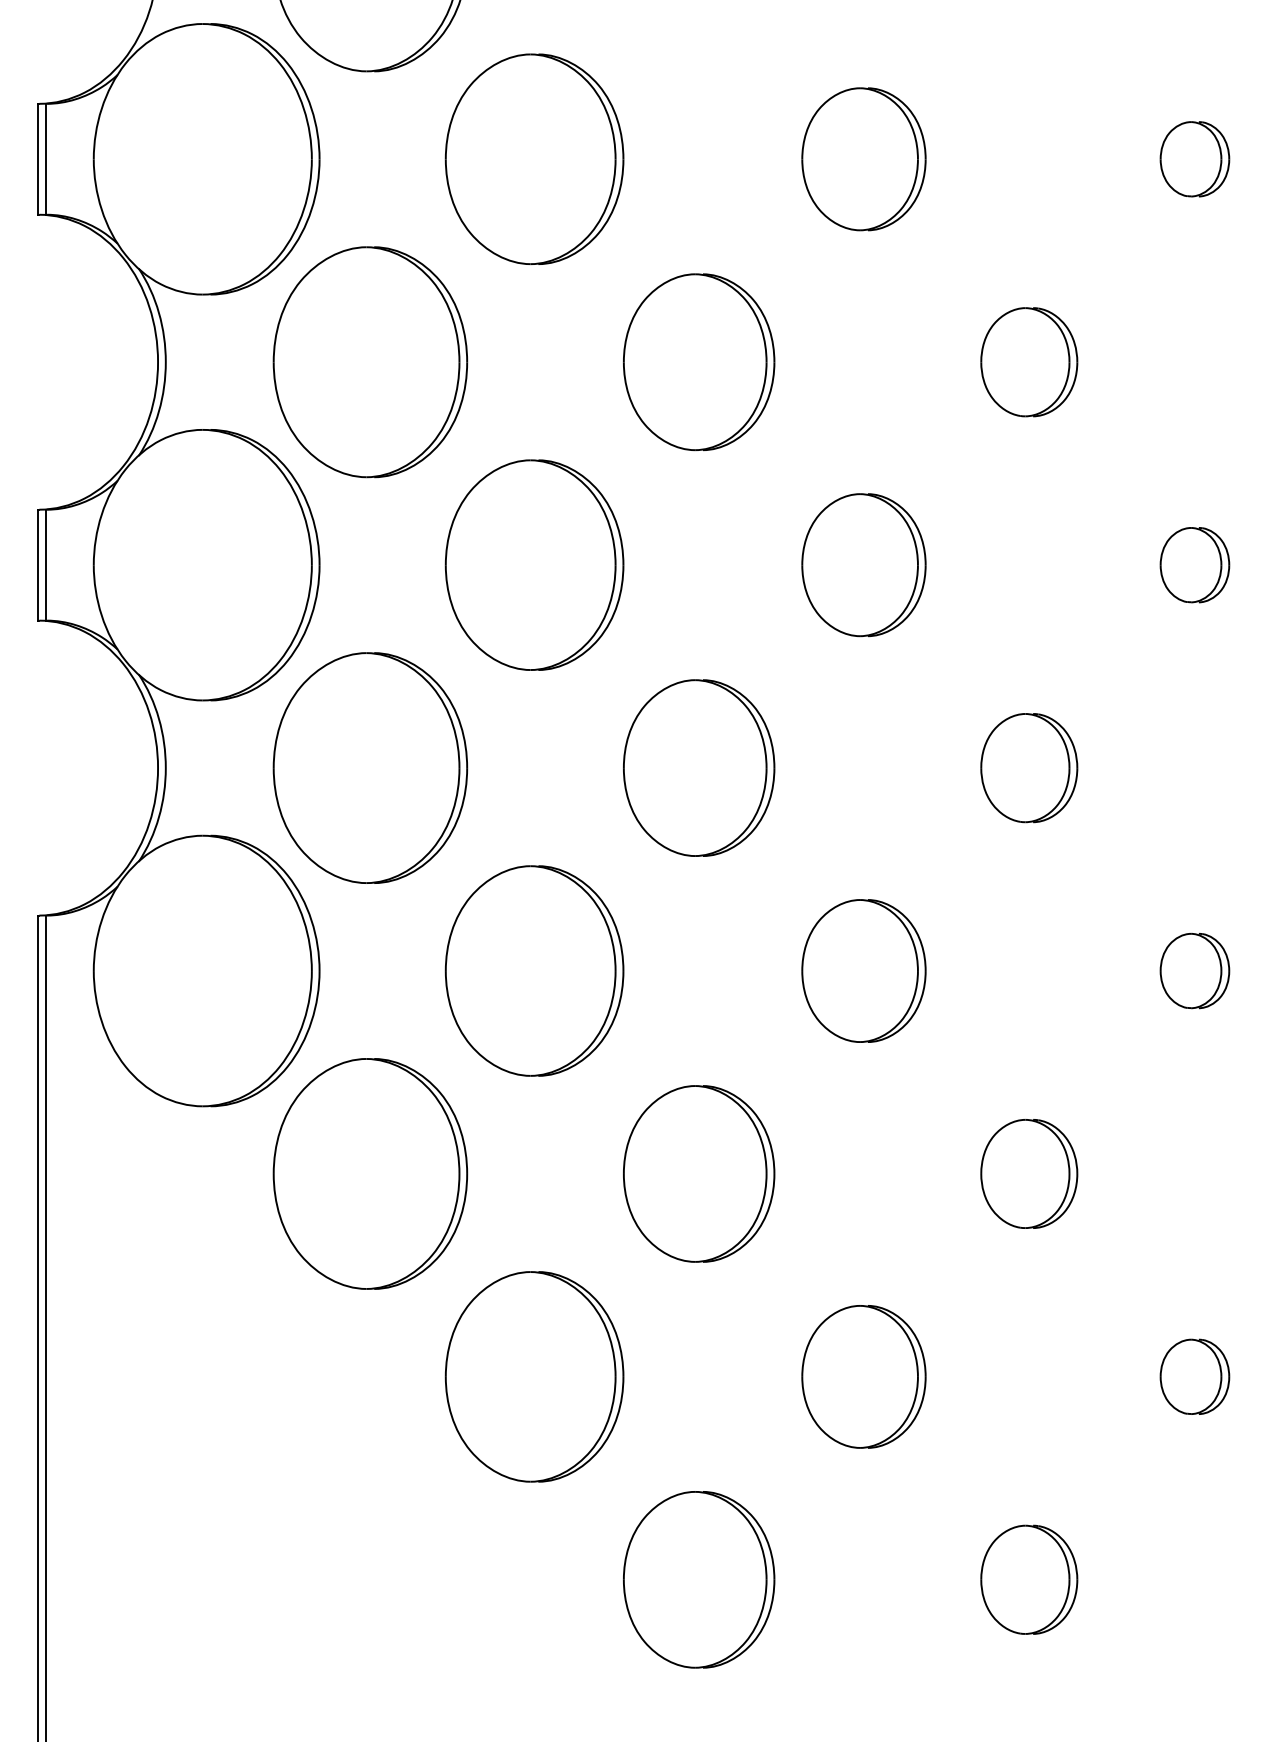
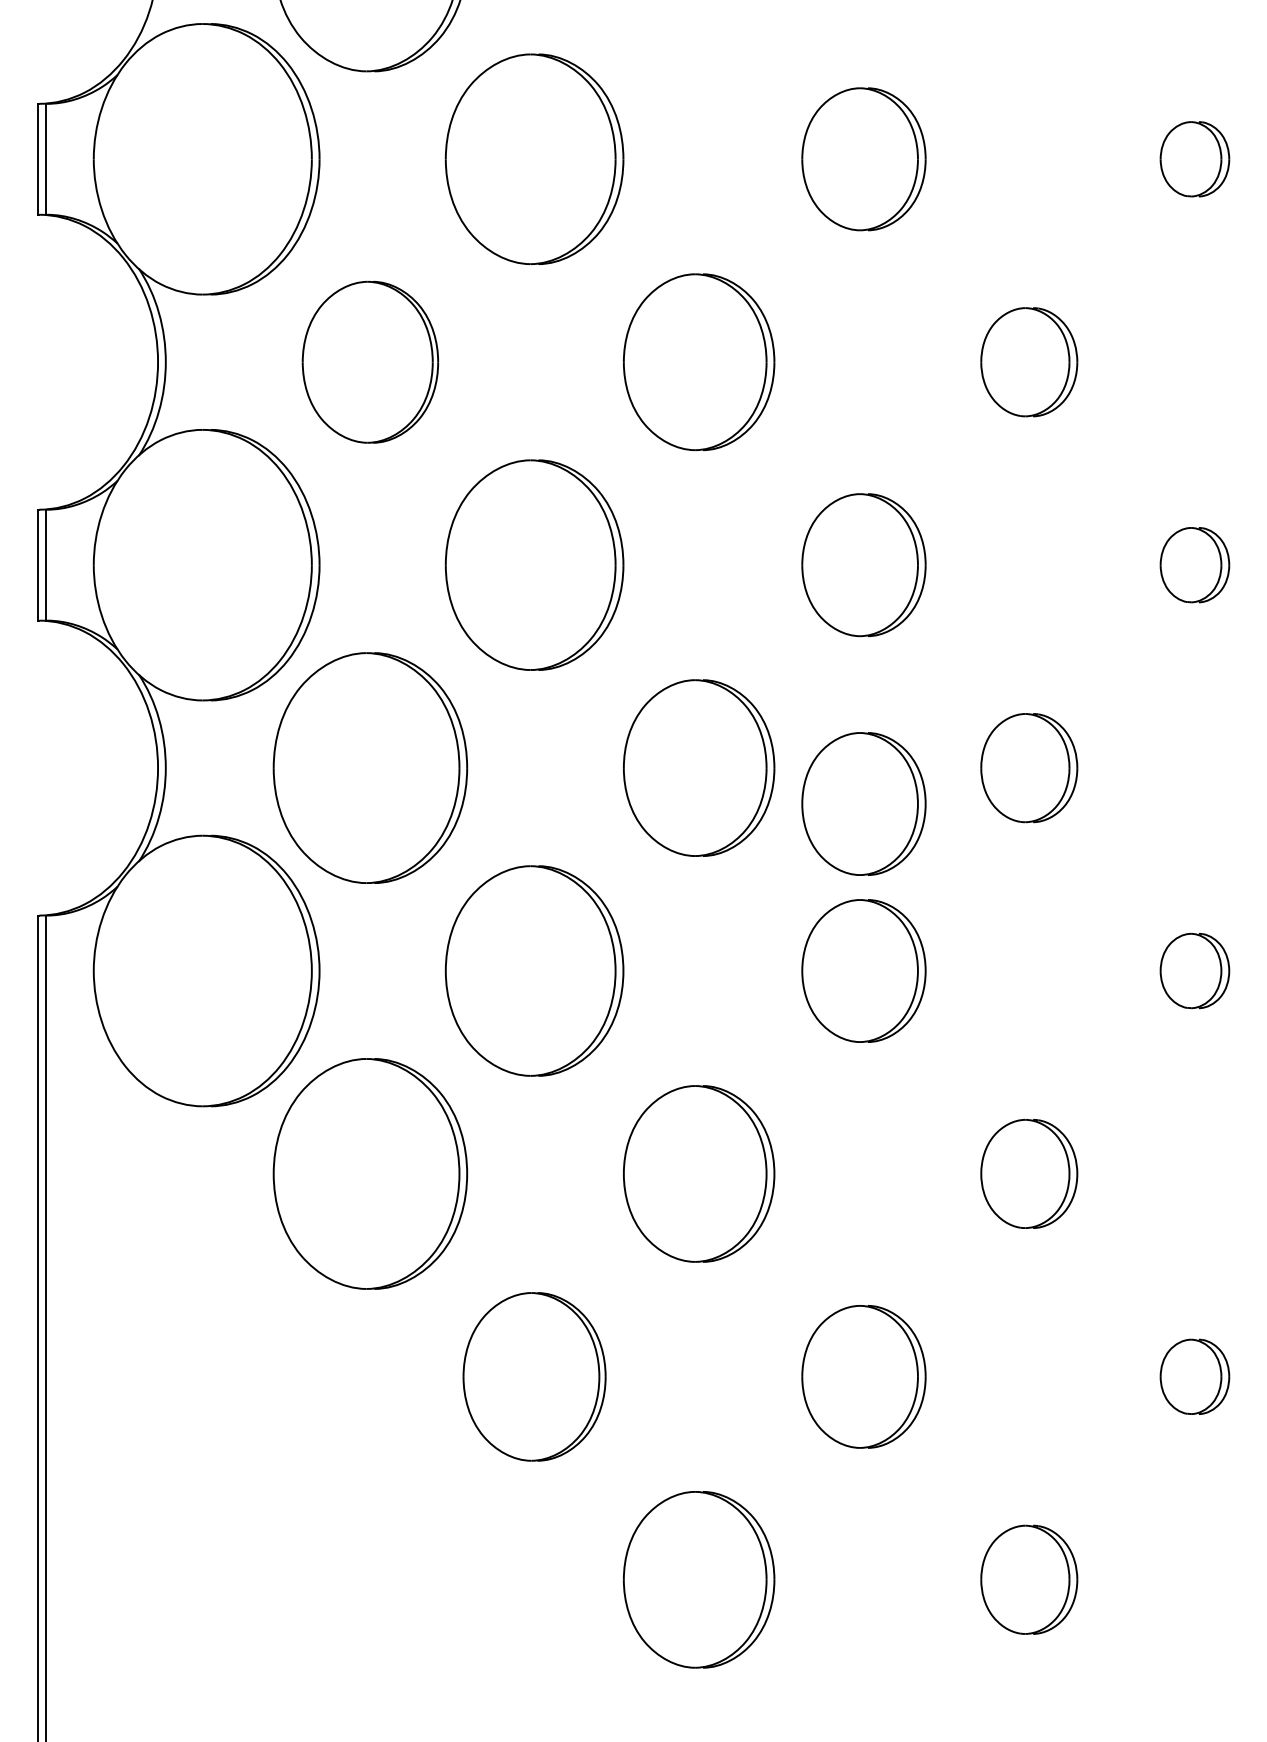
part at (370, 362) size: 197x233 px -> 139x164 px
part at (863, 803): none -> present
part at (534, 1376) size: 181x212 px -> 145x170 px
